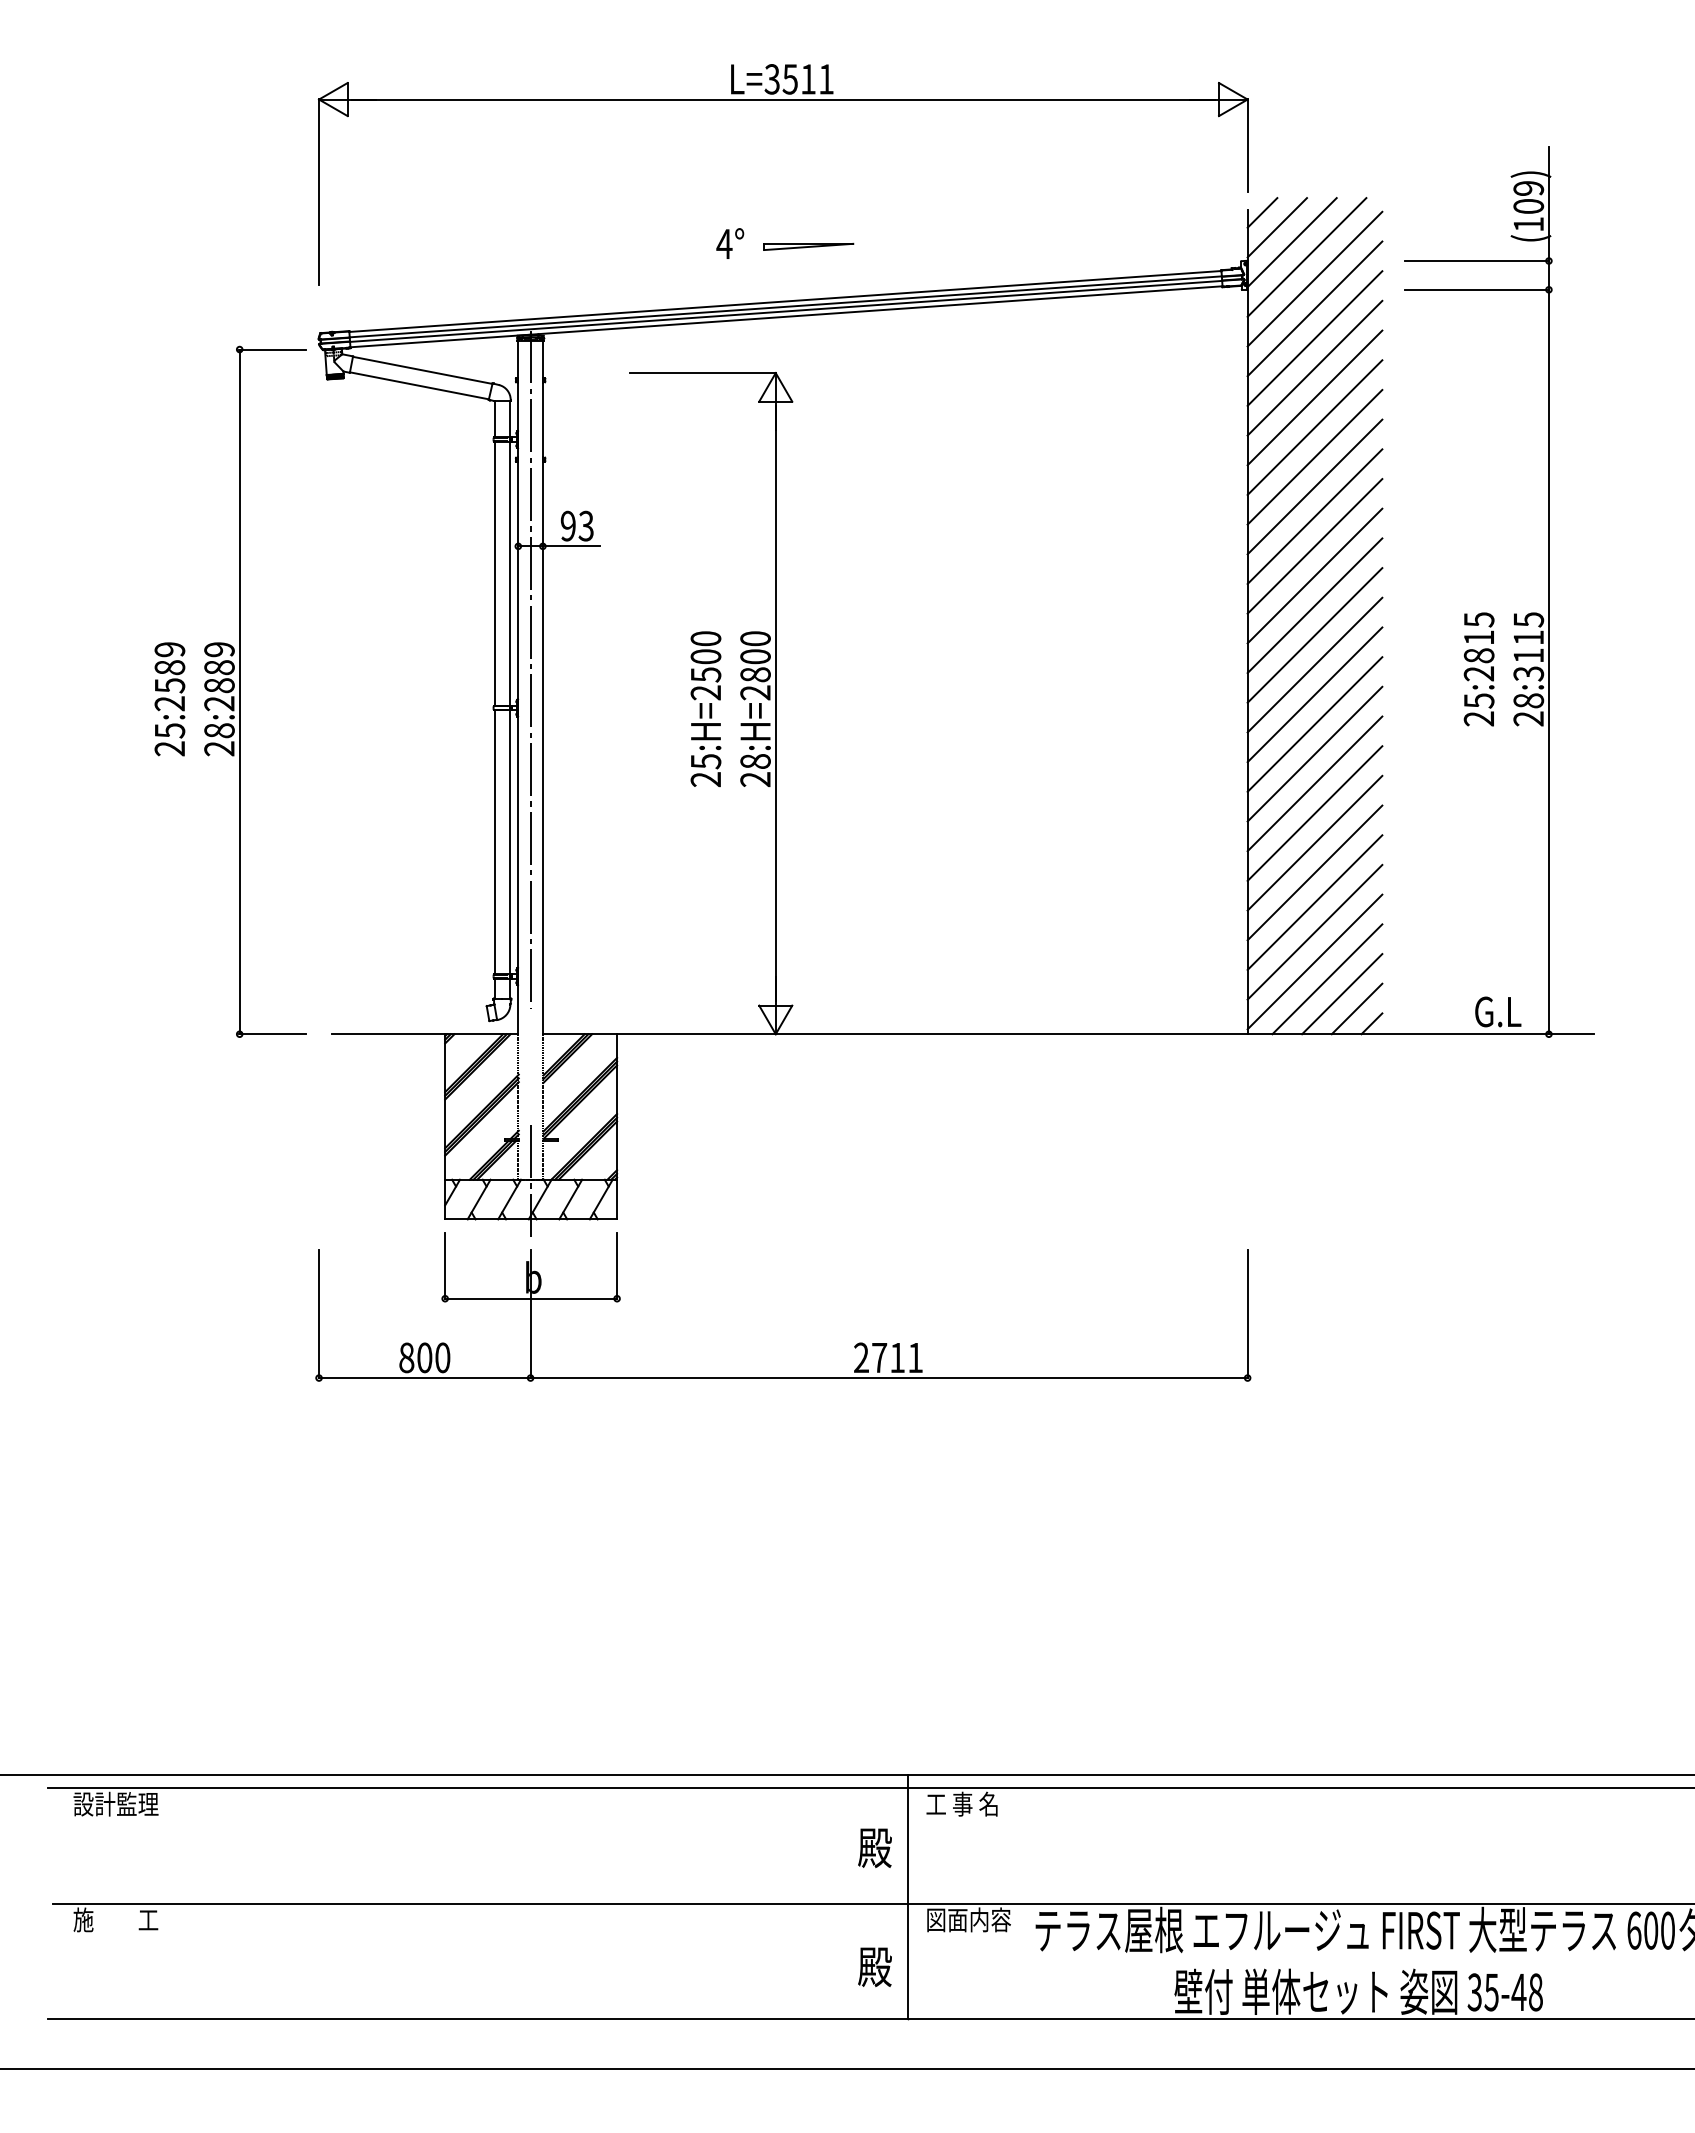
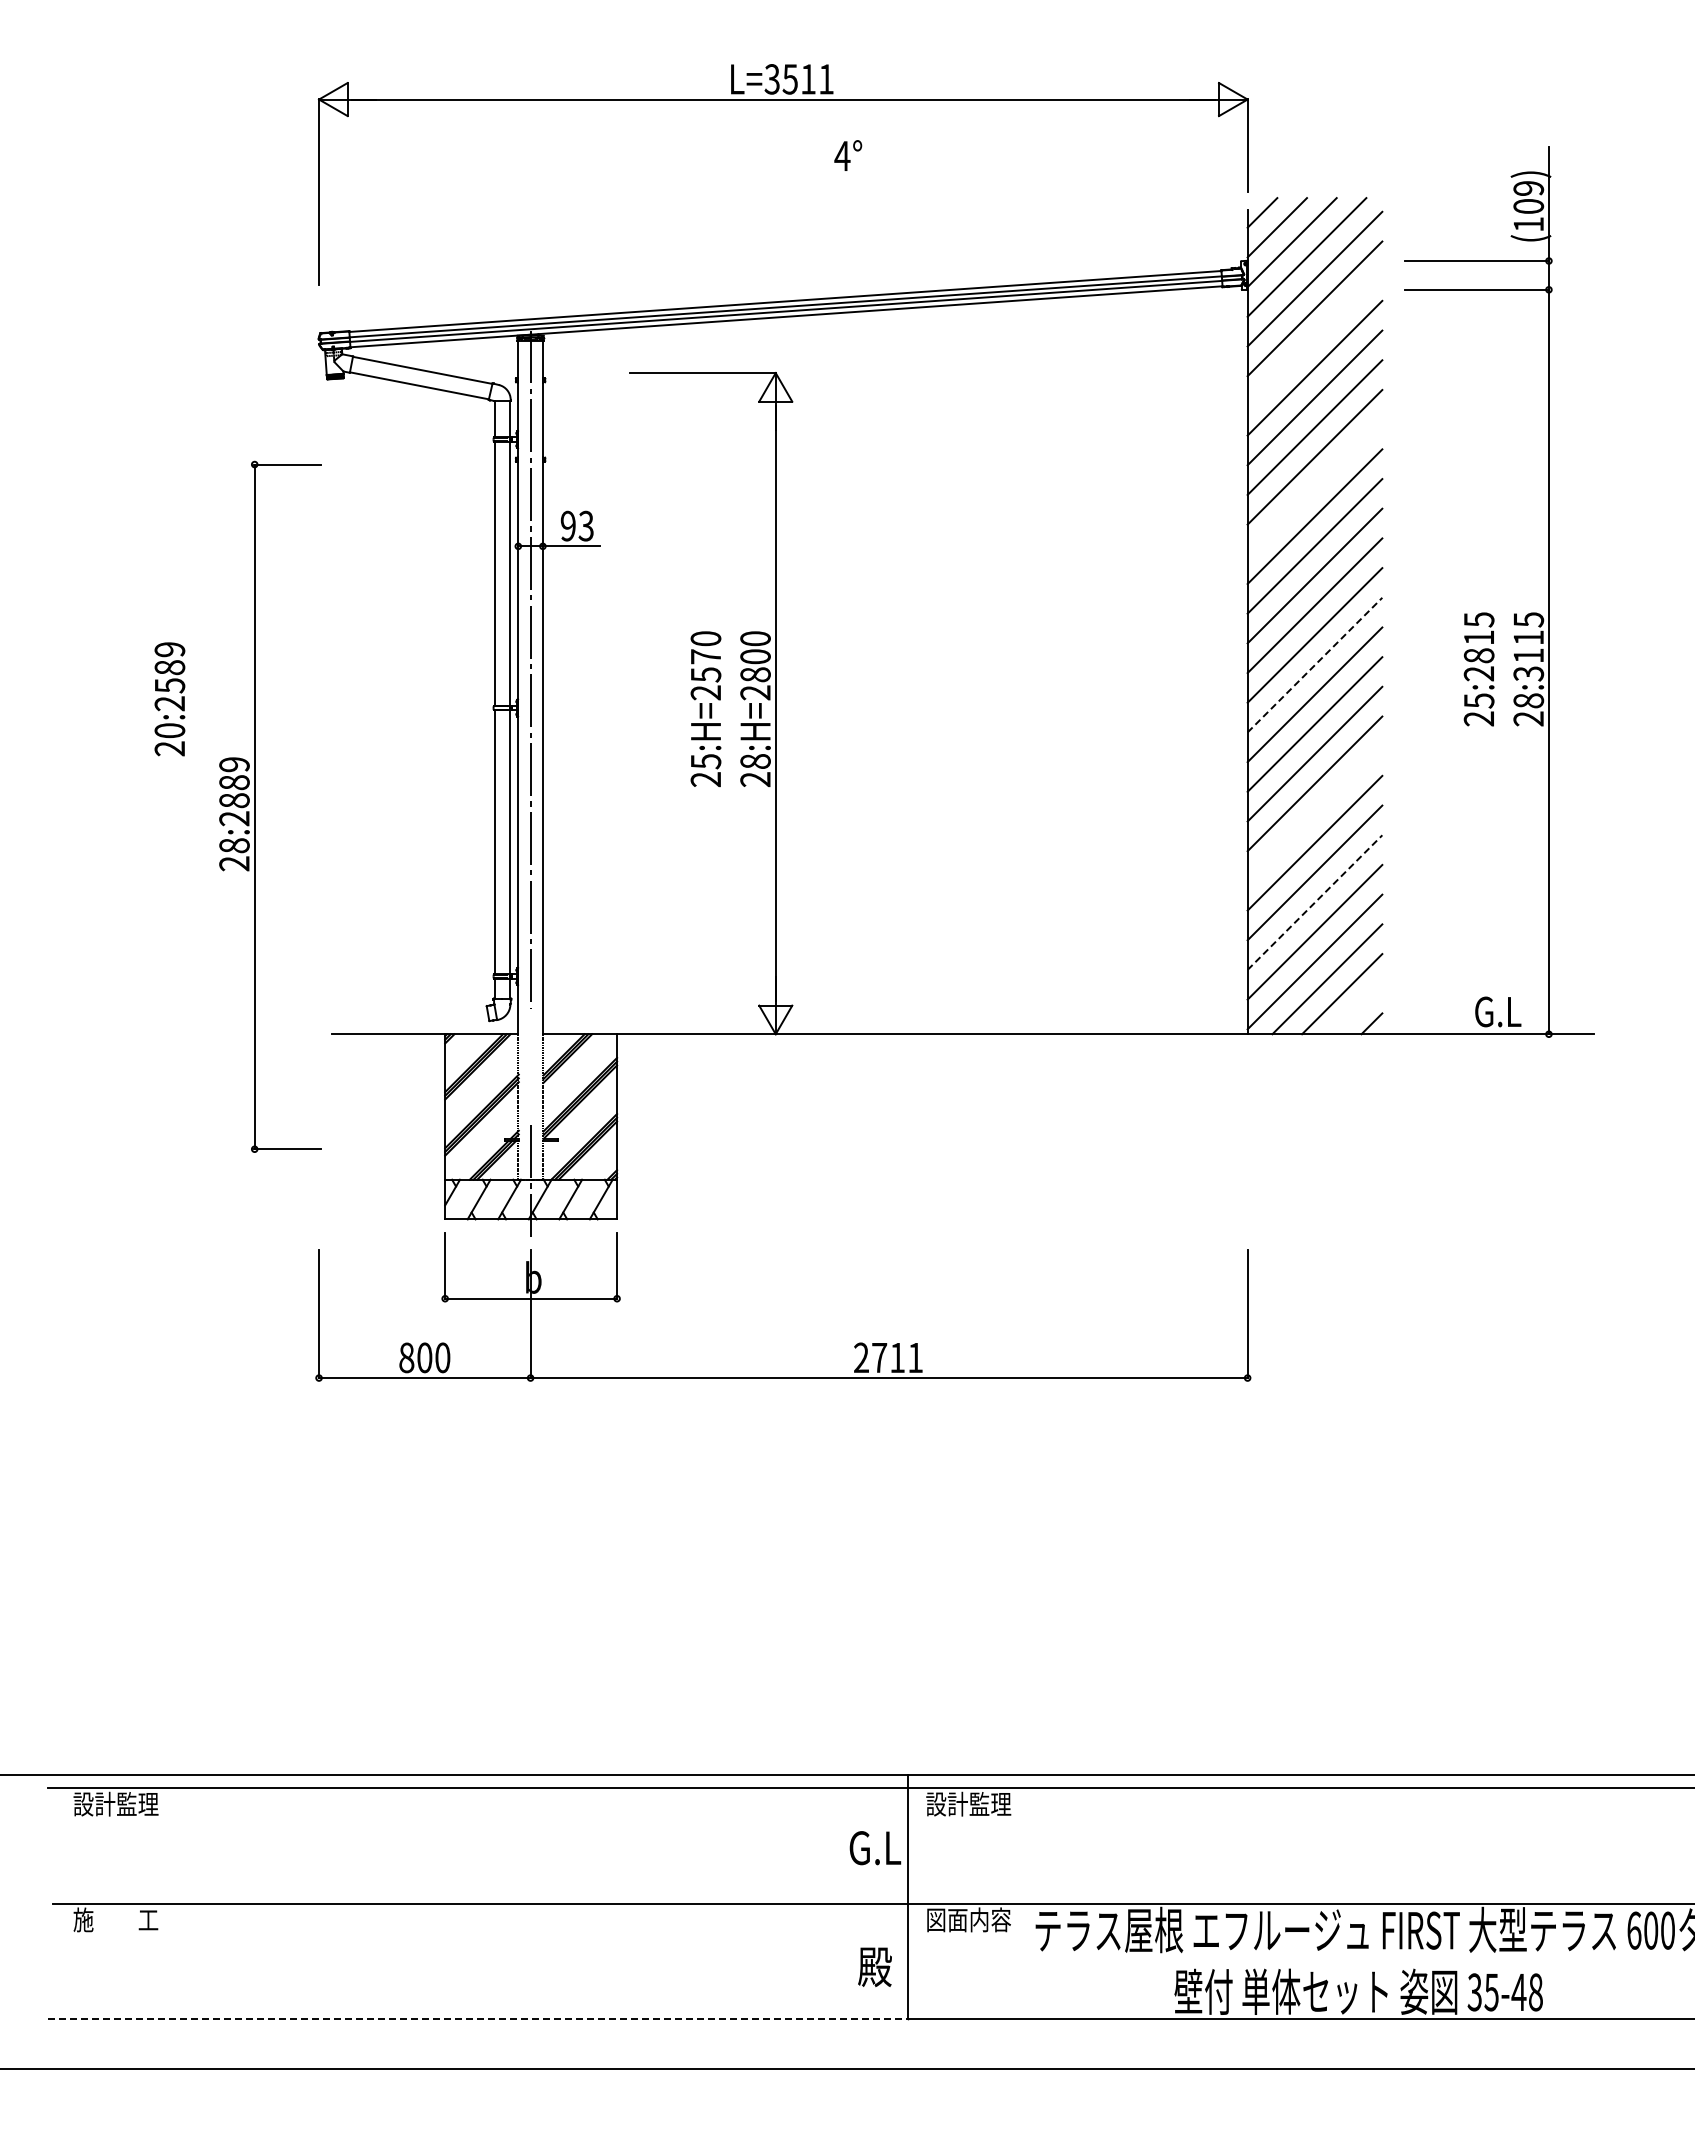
text at (730, 243) position: (730, 243) -> (848, 155)
part at (808, 246): present -> none
line at (1314, 338): present -> none
line at (1314, 486): present -> none
text at (705, 656): 25:H=2500 -> 25:H=2570
line at (1315, 664): solid -> dashed
part at (240, 691) position: (240, 691) -> (255, 806)
text at (169, 730): 25:2589 -> 20:2589
line at (1314, 813): present -> none
line at (1315, 902): solid -> dashed
line at (1356, 1008): present -> none
text at (968, 1803): 工 事 名 -> 設計監理
text at (875, 1848): 殿 -> G.L
line at (478, 2019): solid -> dashed
